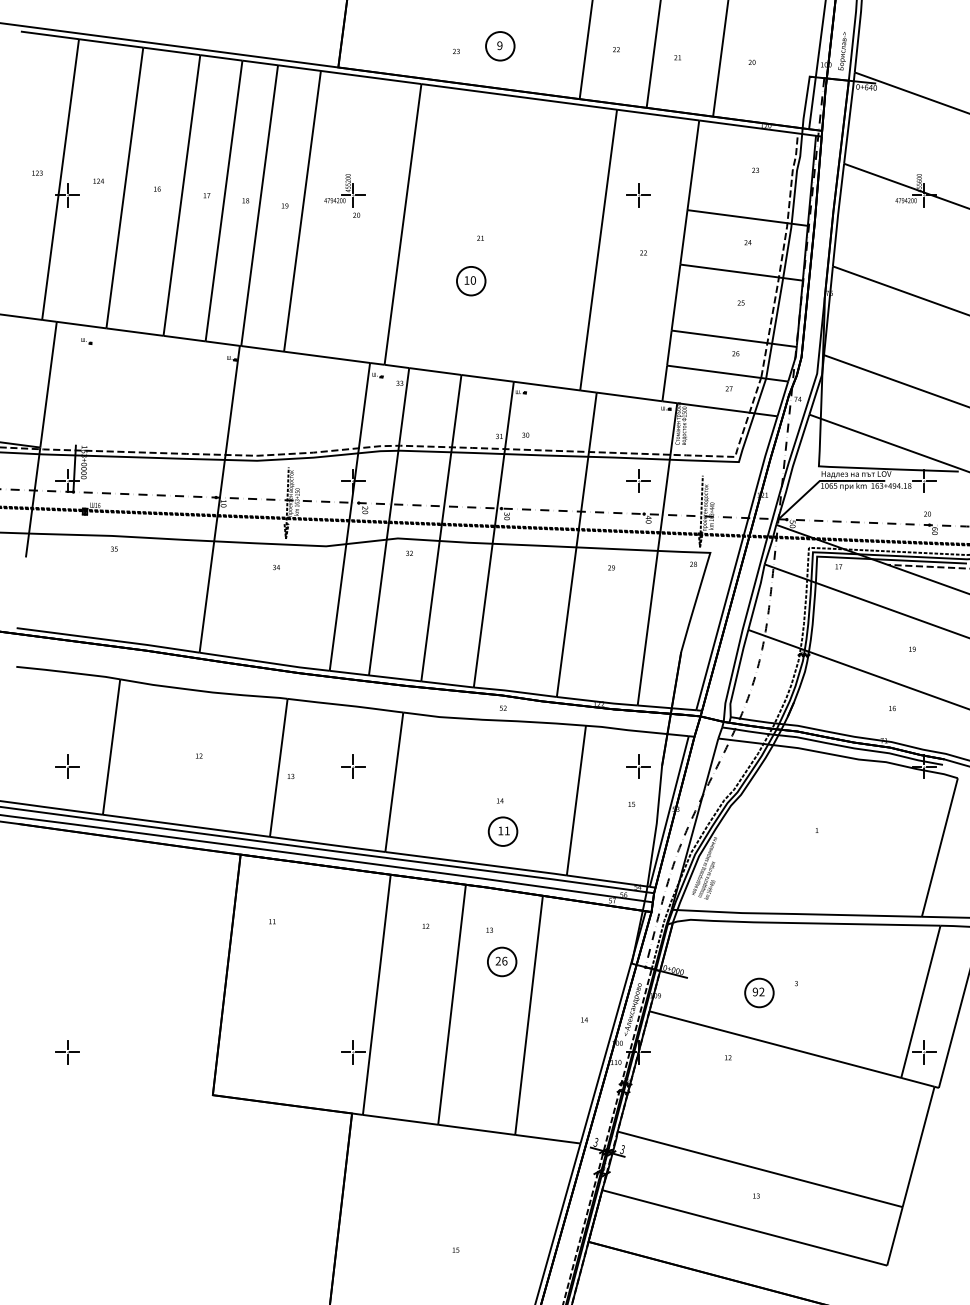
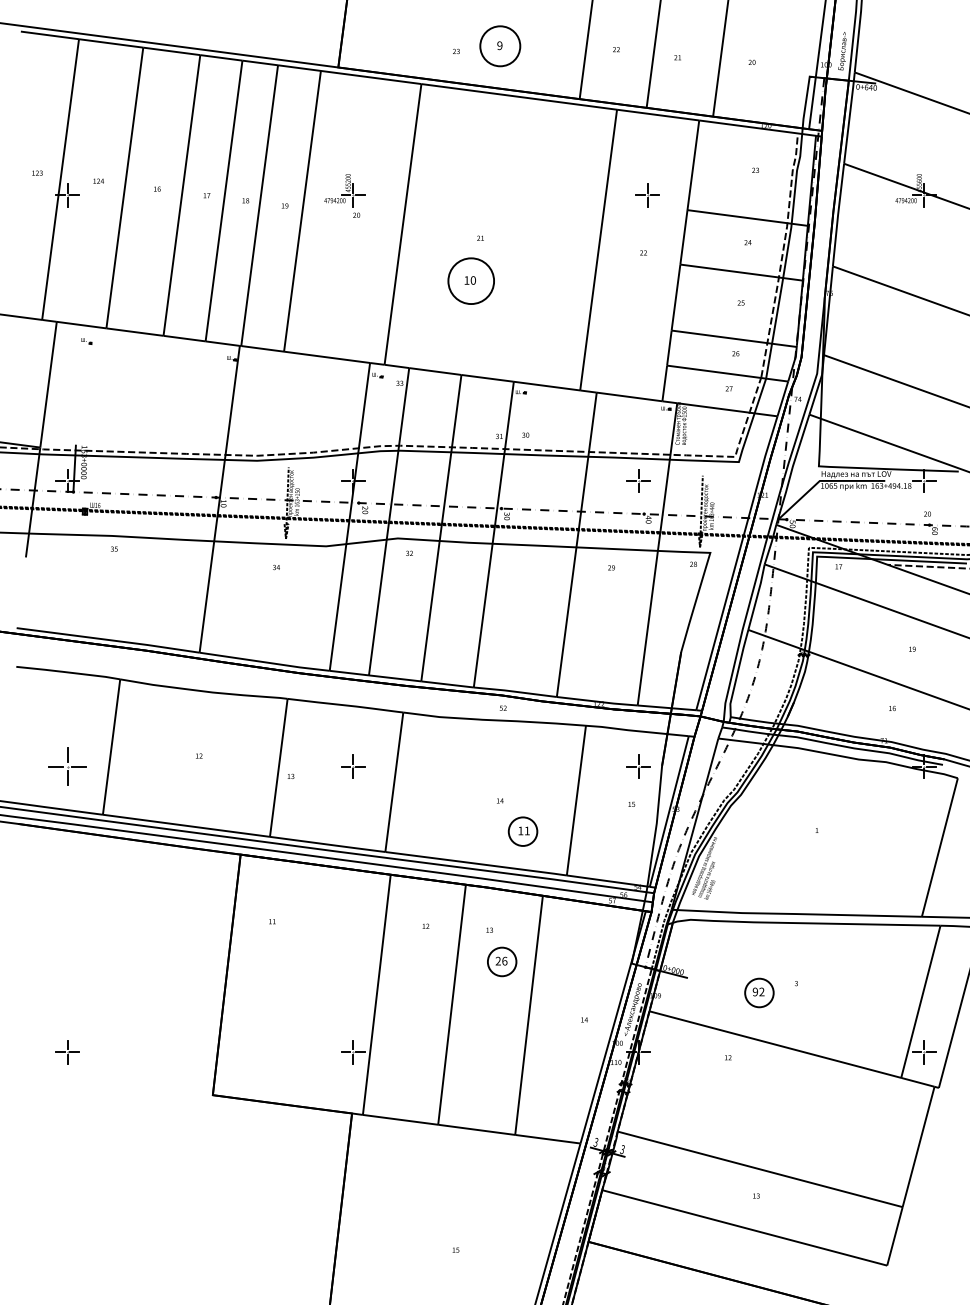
circle at (500, 46) diameter: 29 px -> 40 px
part at (638, 195) position: (638, 195) -> (647, 195)
circle at (470, 280) diameter: 29 px -> 46 px
part at (67, 766) size: 25x25 px -> 39x39 px
part at (502, 831) position: (502, 831) -> (522, 831)
